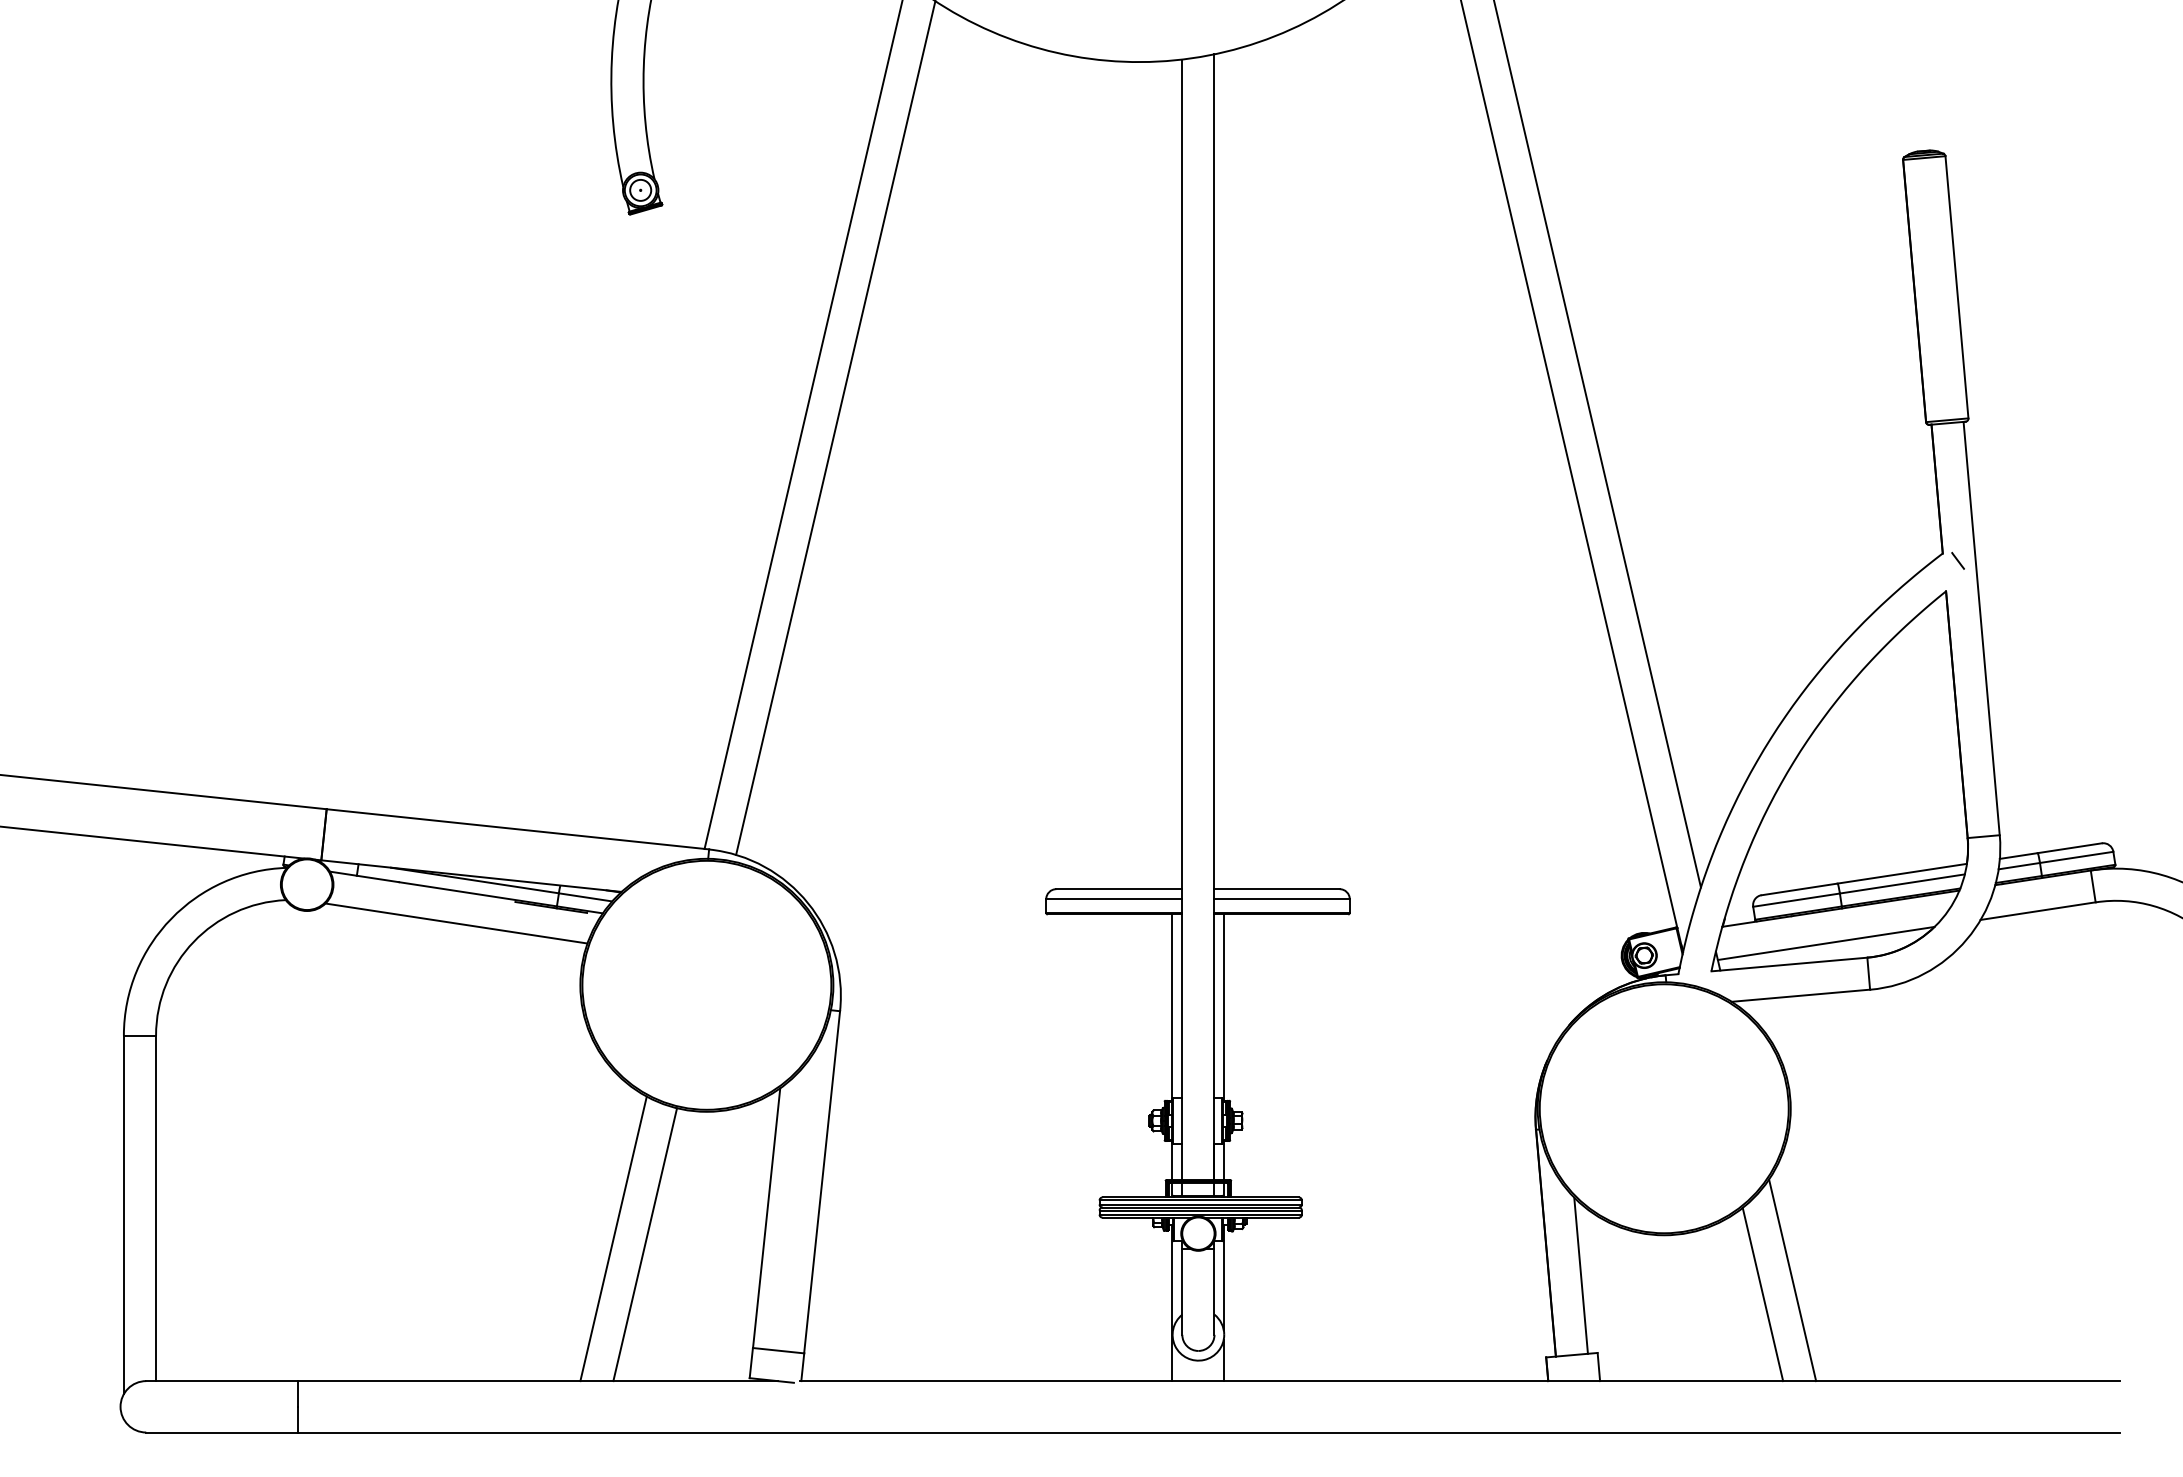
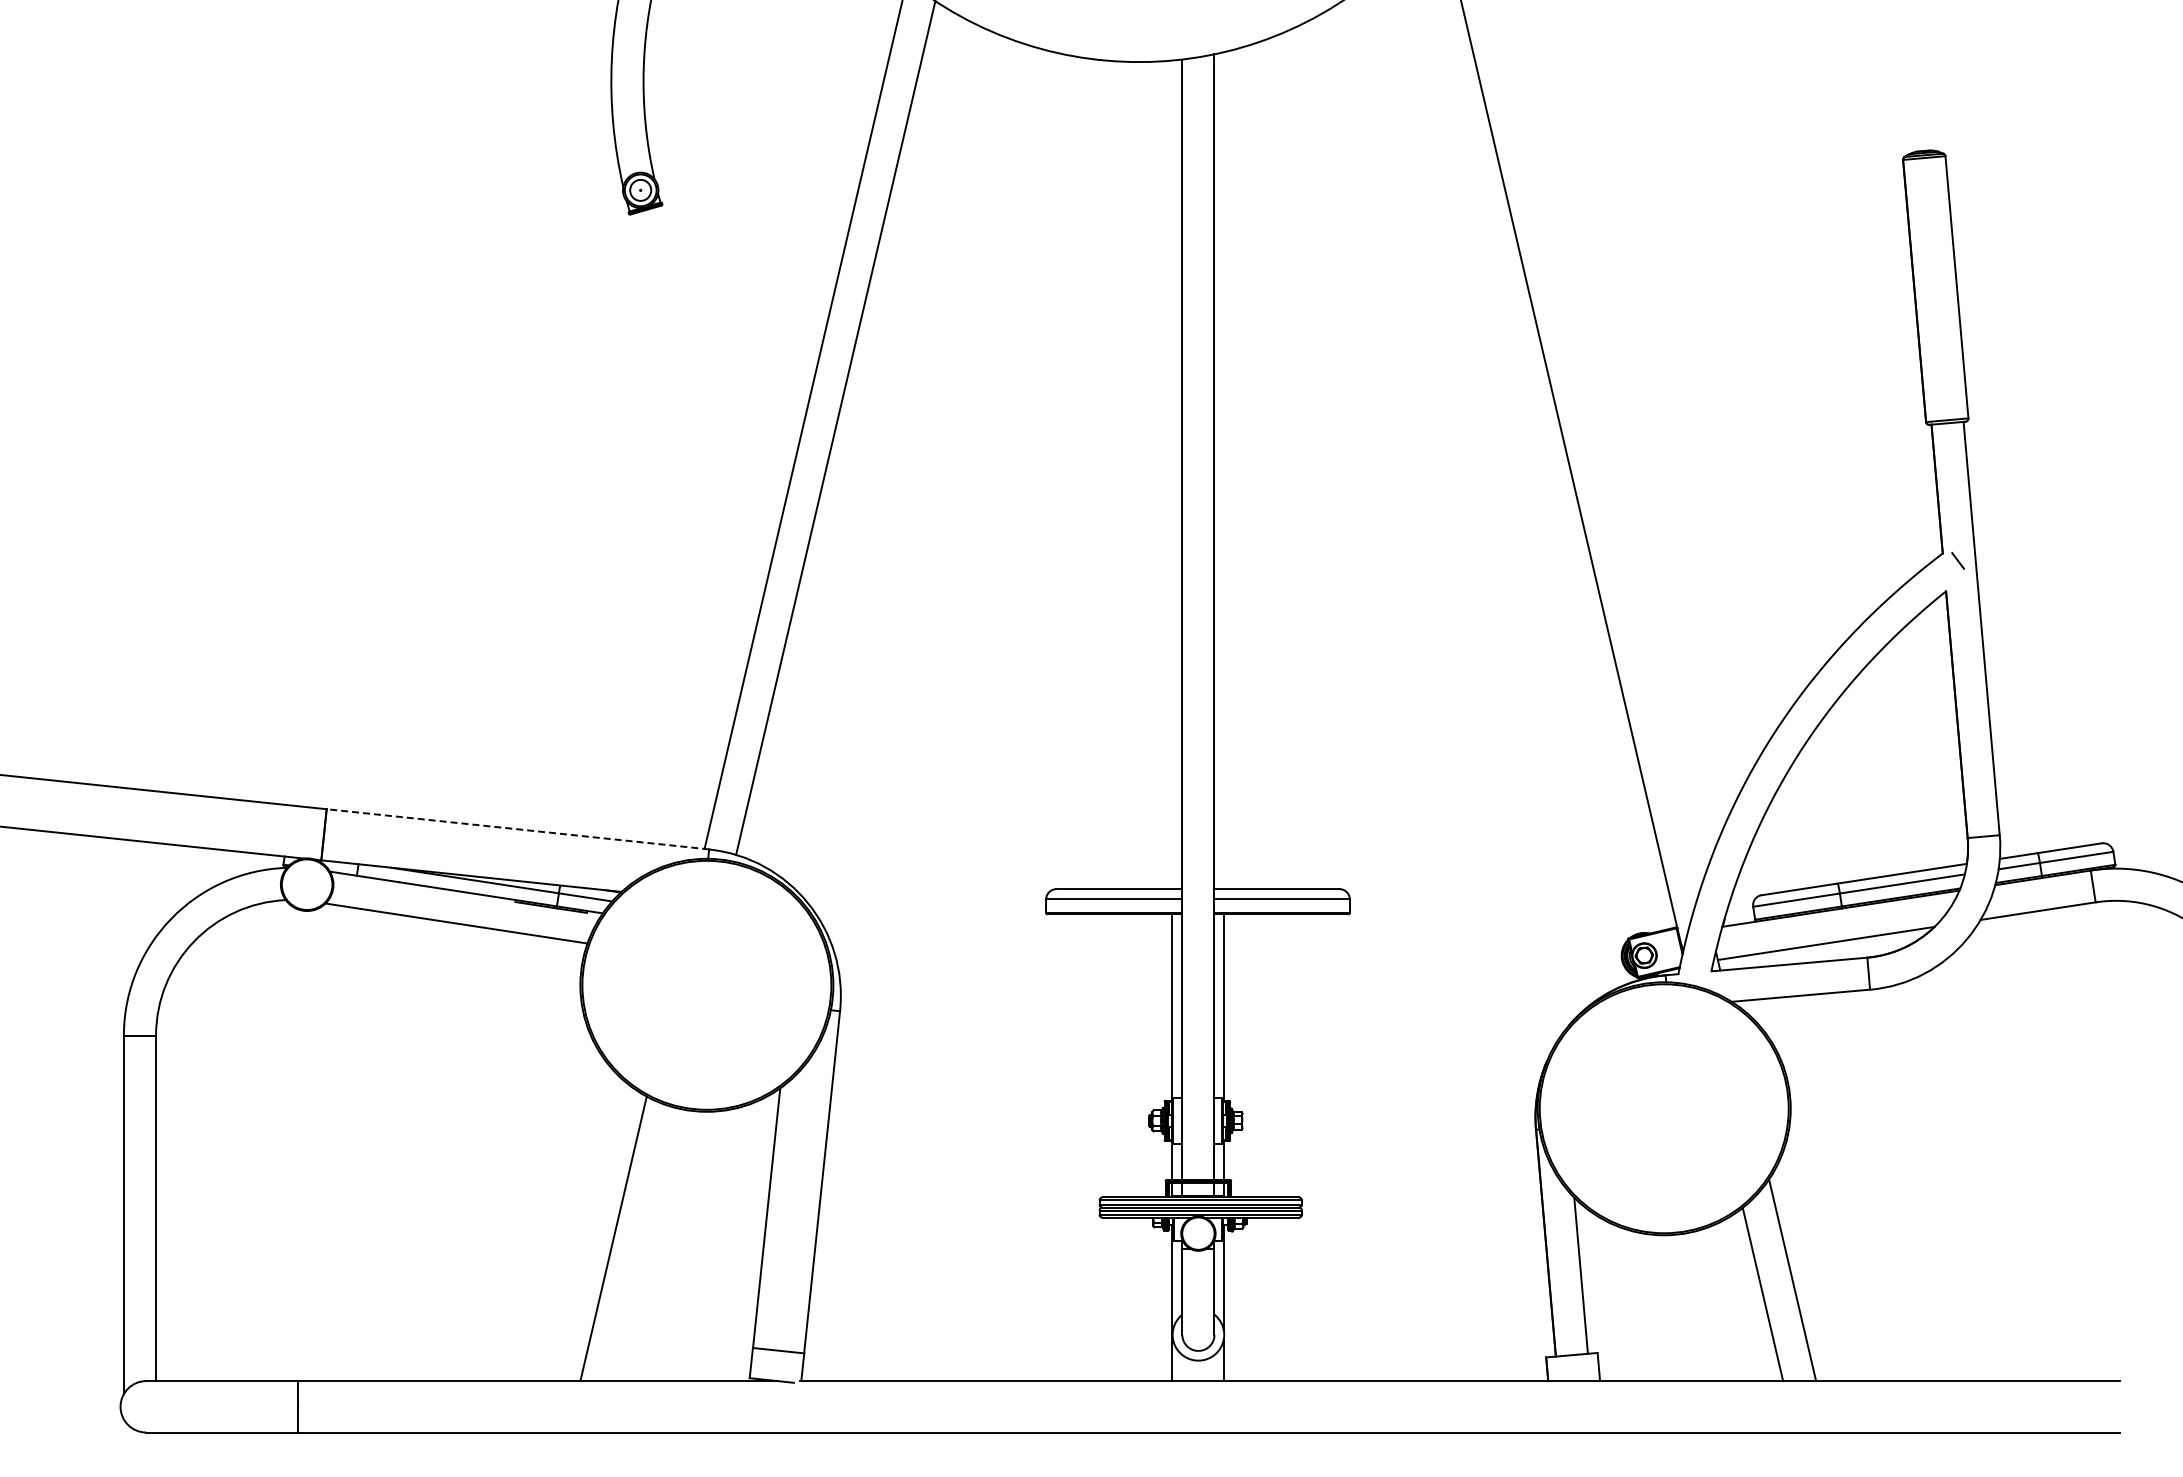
line at (1597, 444): present -> none
line at (517, 829): solid -> dashed
line at (645, 1244): present -> none
